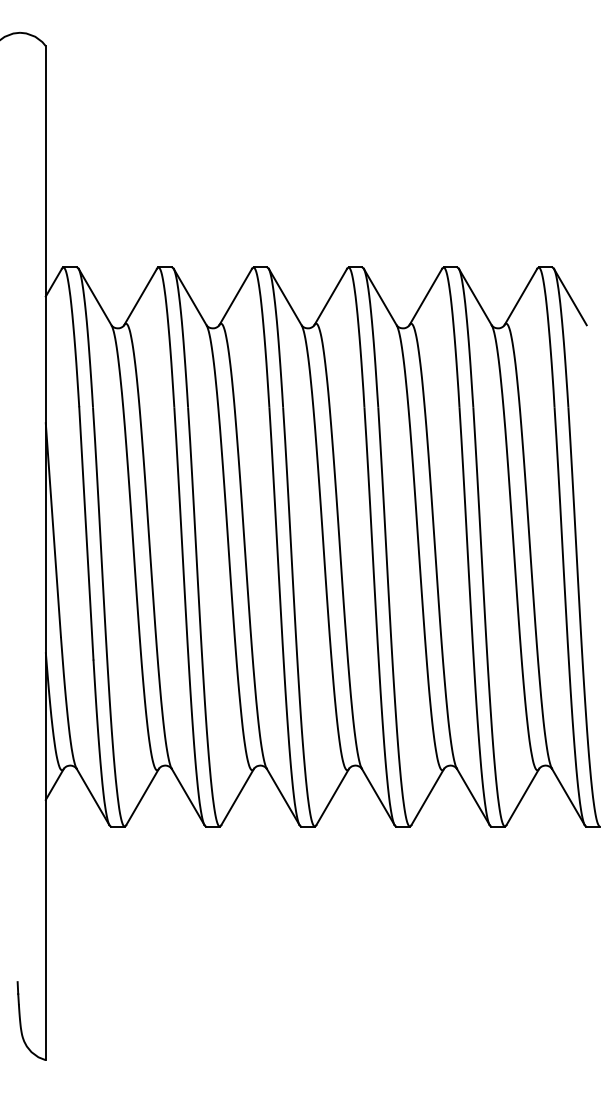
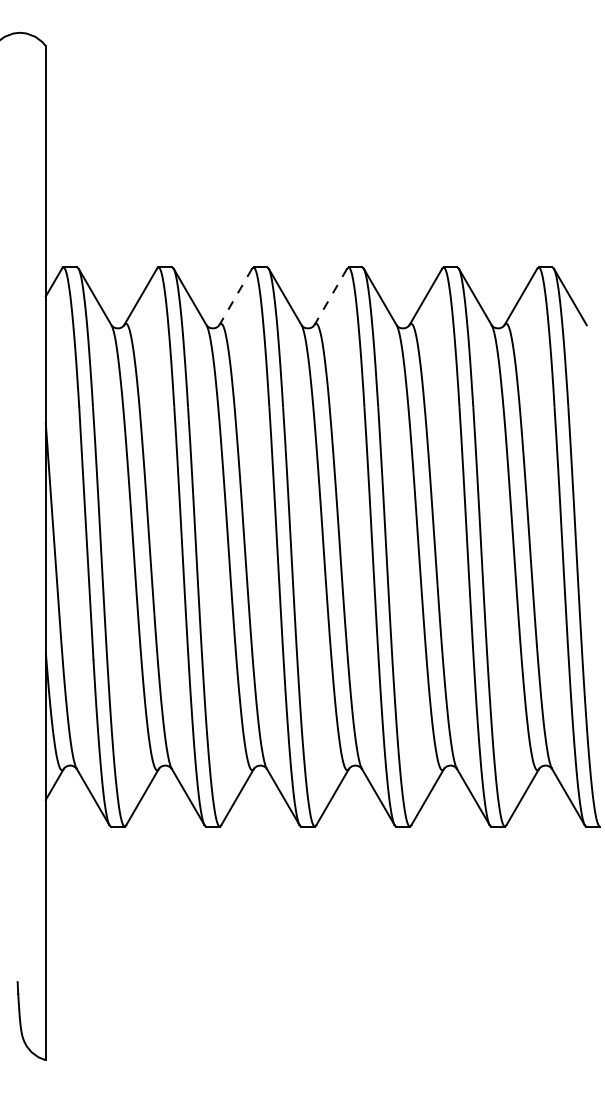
line at (235, 296): solid -> dashed
line at (330, 296): solid -> dashed
